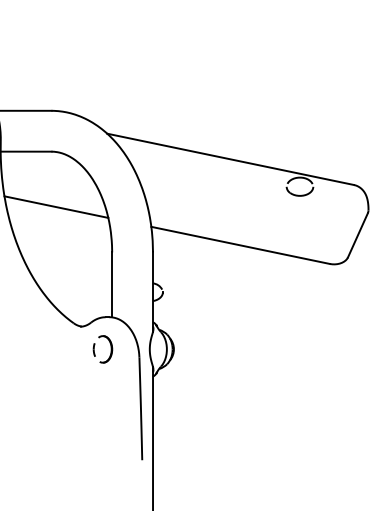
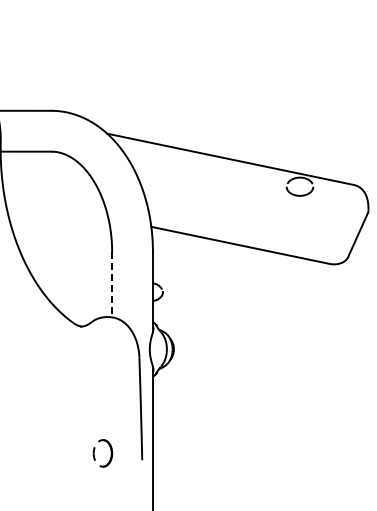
line at (56, 206): present -> none
line at (112, 285): solid -> dashed
part at (94, 349) position: (94, 349) -> (94, 453)
